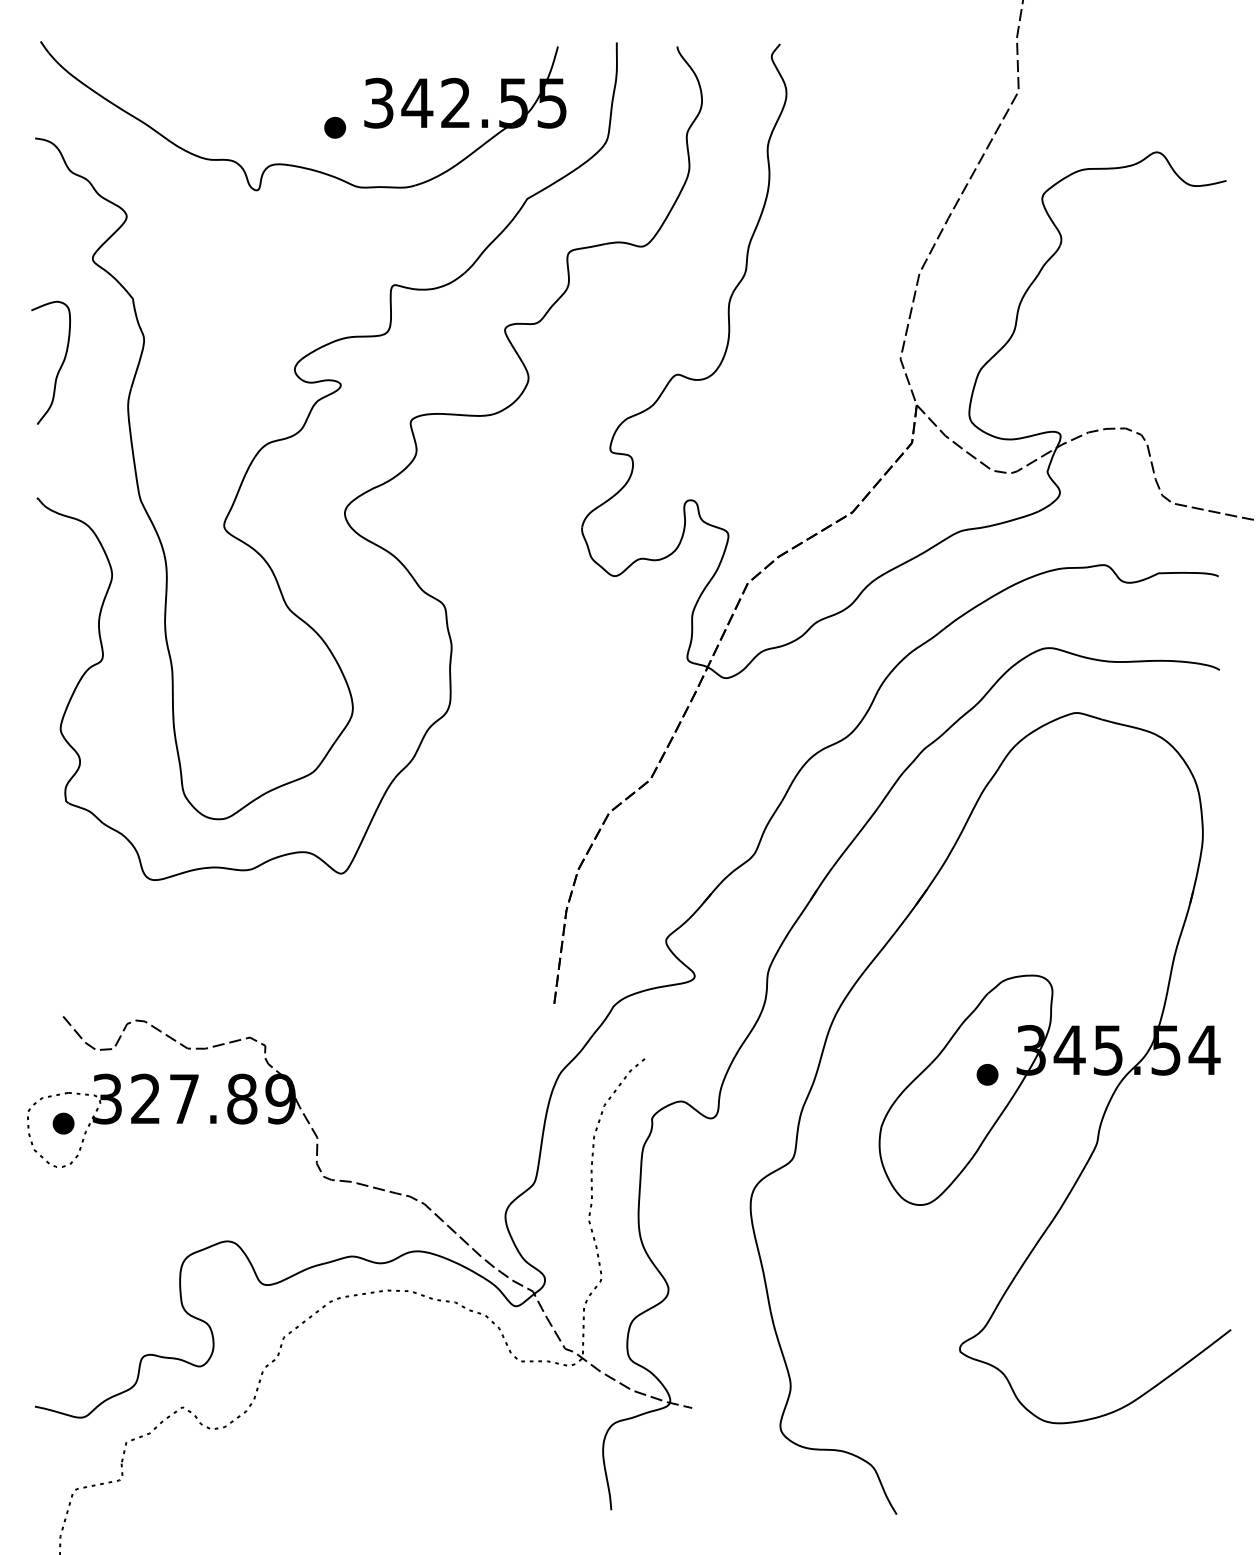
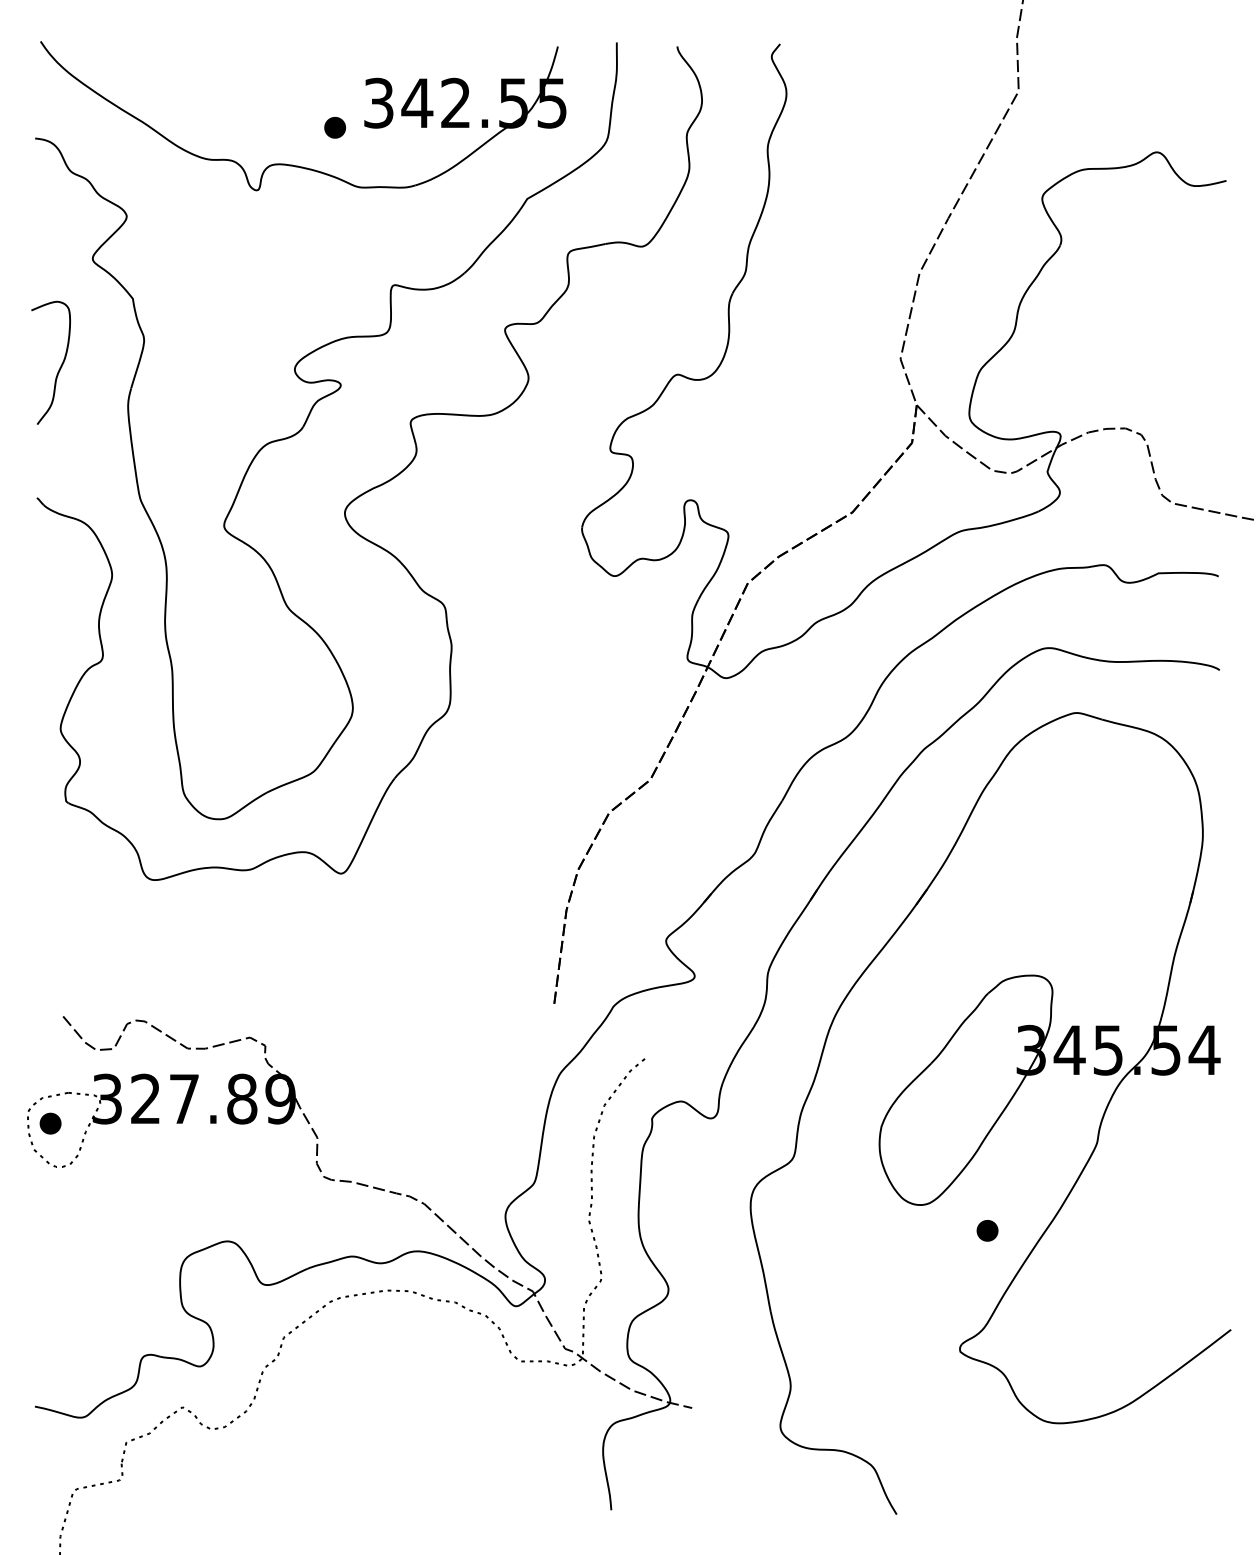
part at (987, 1074) position: (987, 1074) -> (987, 1230)
part at (63, 1123) position: (63, 1123) -> (50, 1123)
